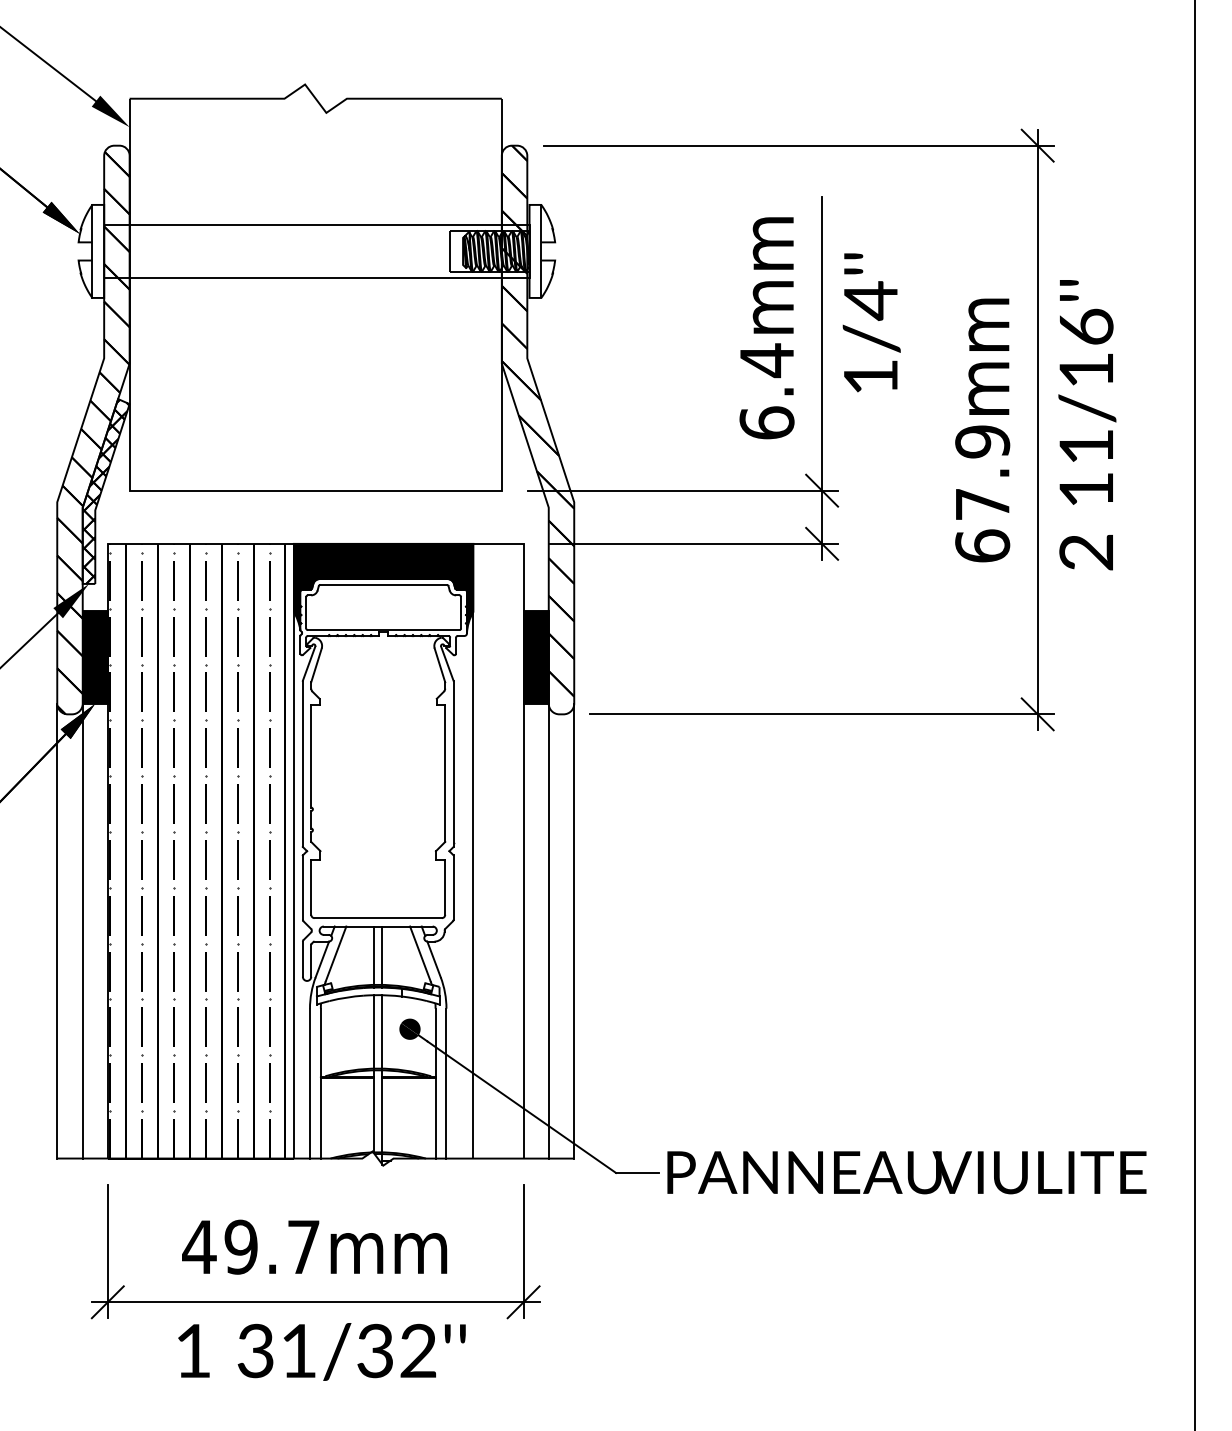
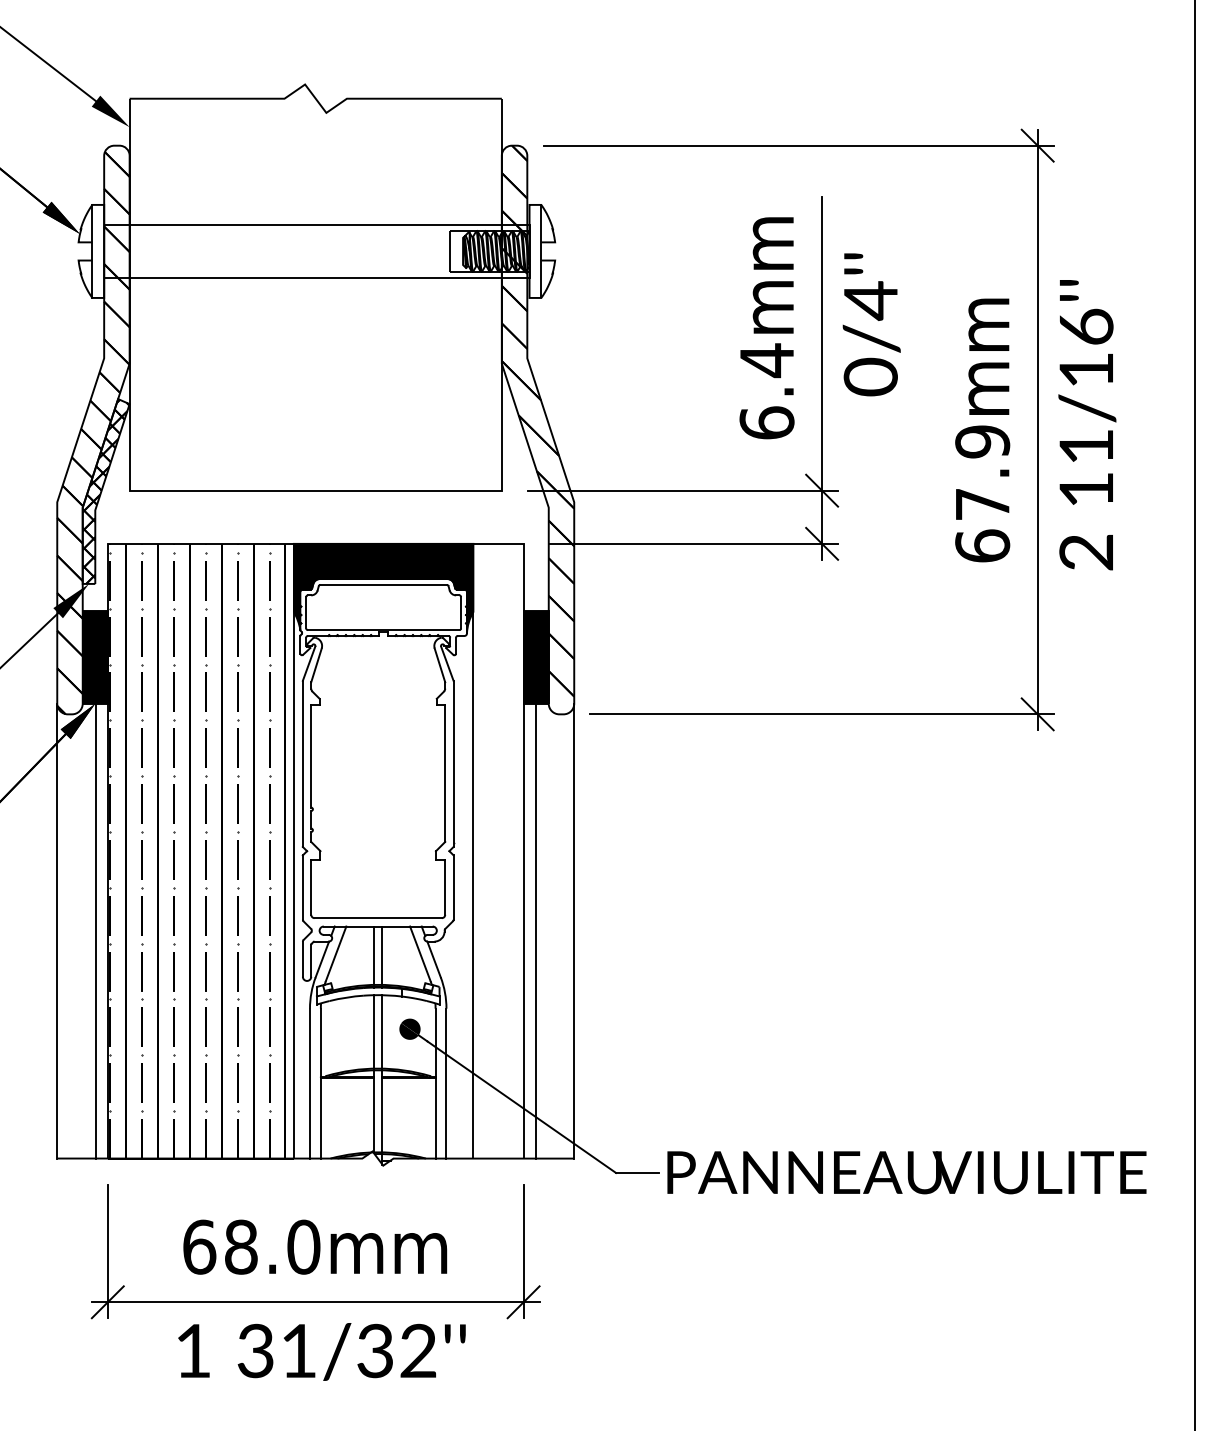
text at (870, 376): 1/4''\f] -> 0/4''\f]
line at (82, 930) position: (82, 930) -> (95, 930)
line at (548, 930) position: (548, 930) -> (535, 930)
text at (251, 1246): 49.7mm -> 68.0mm
